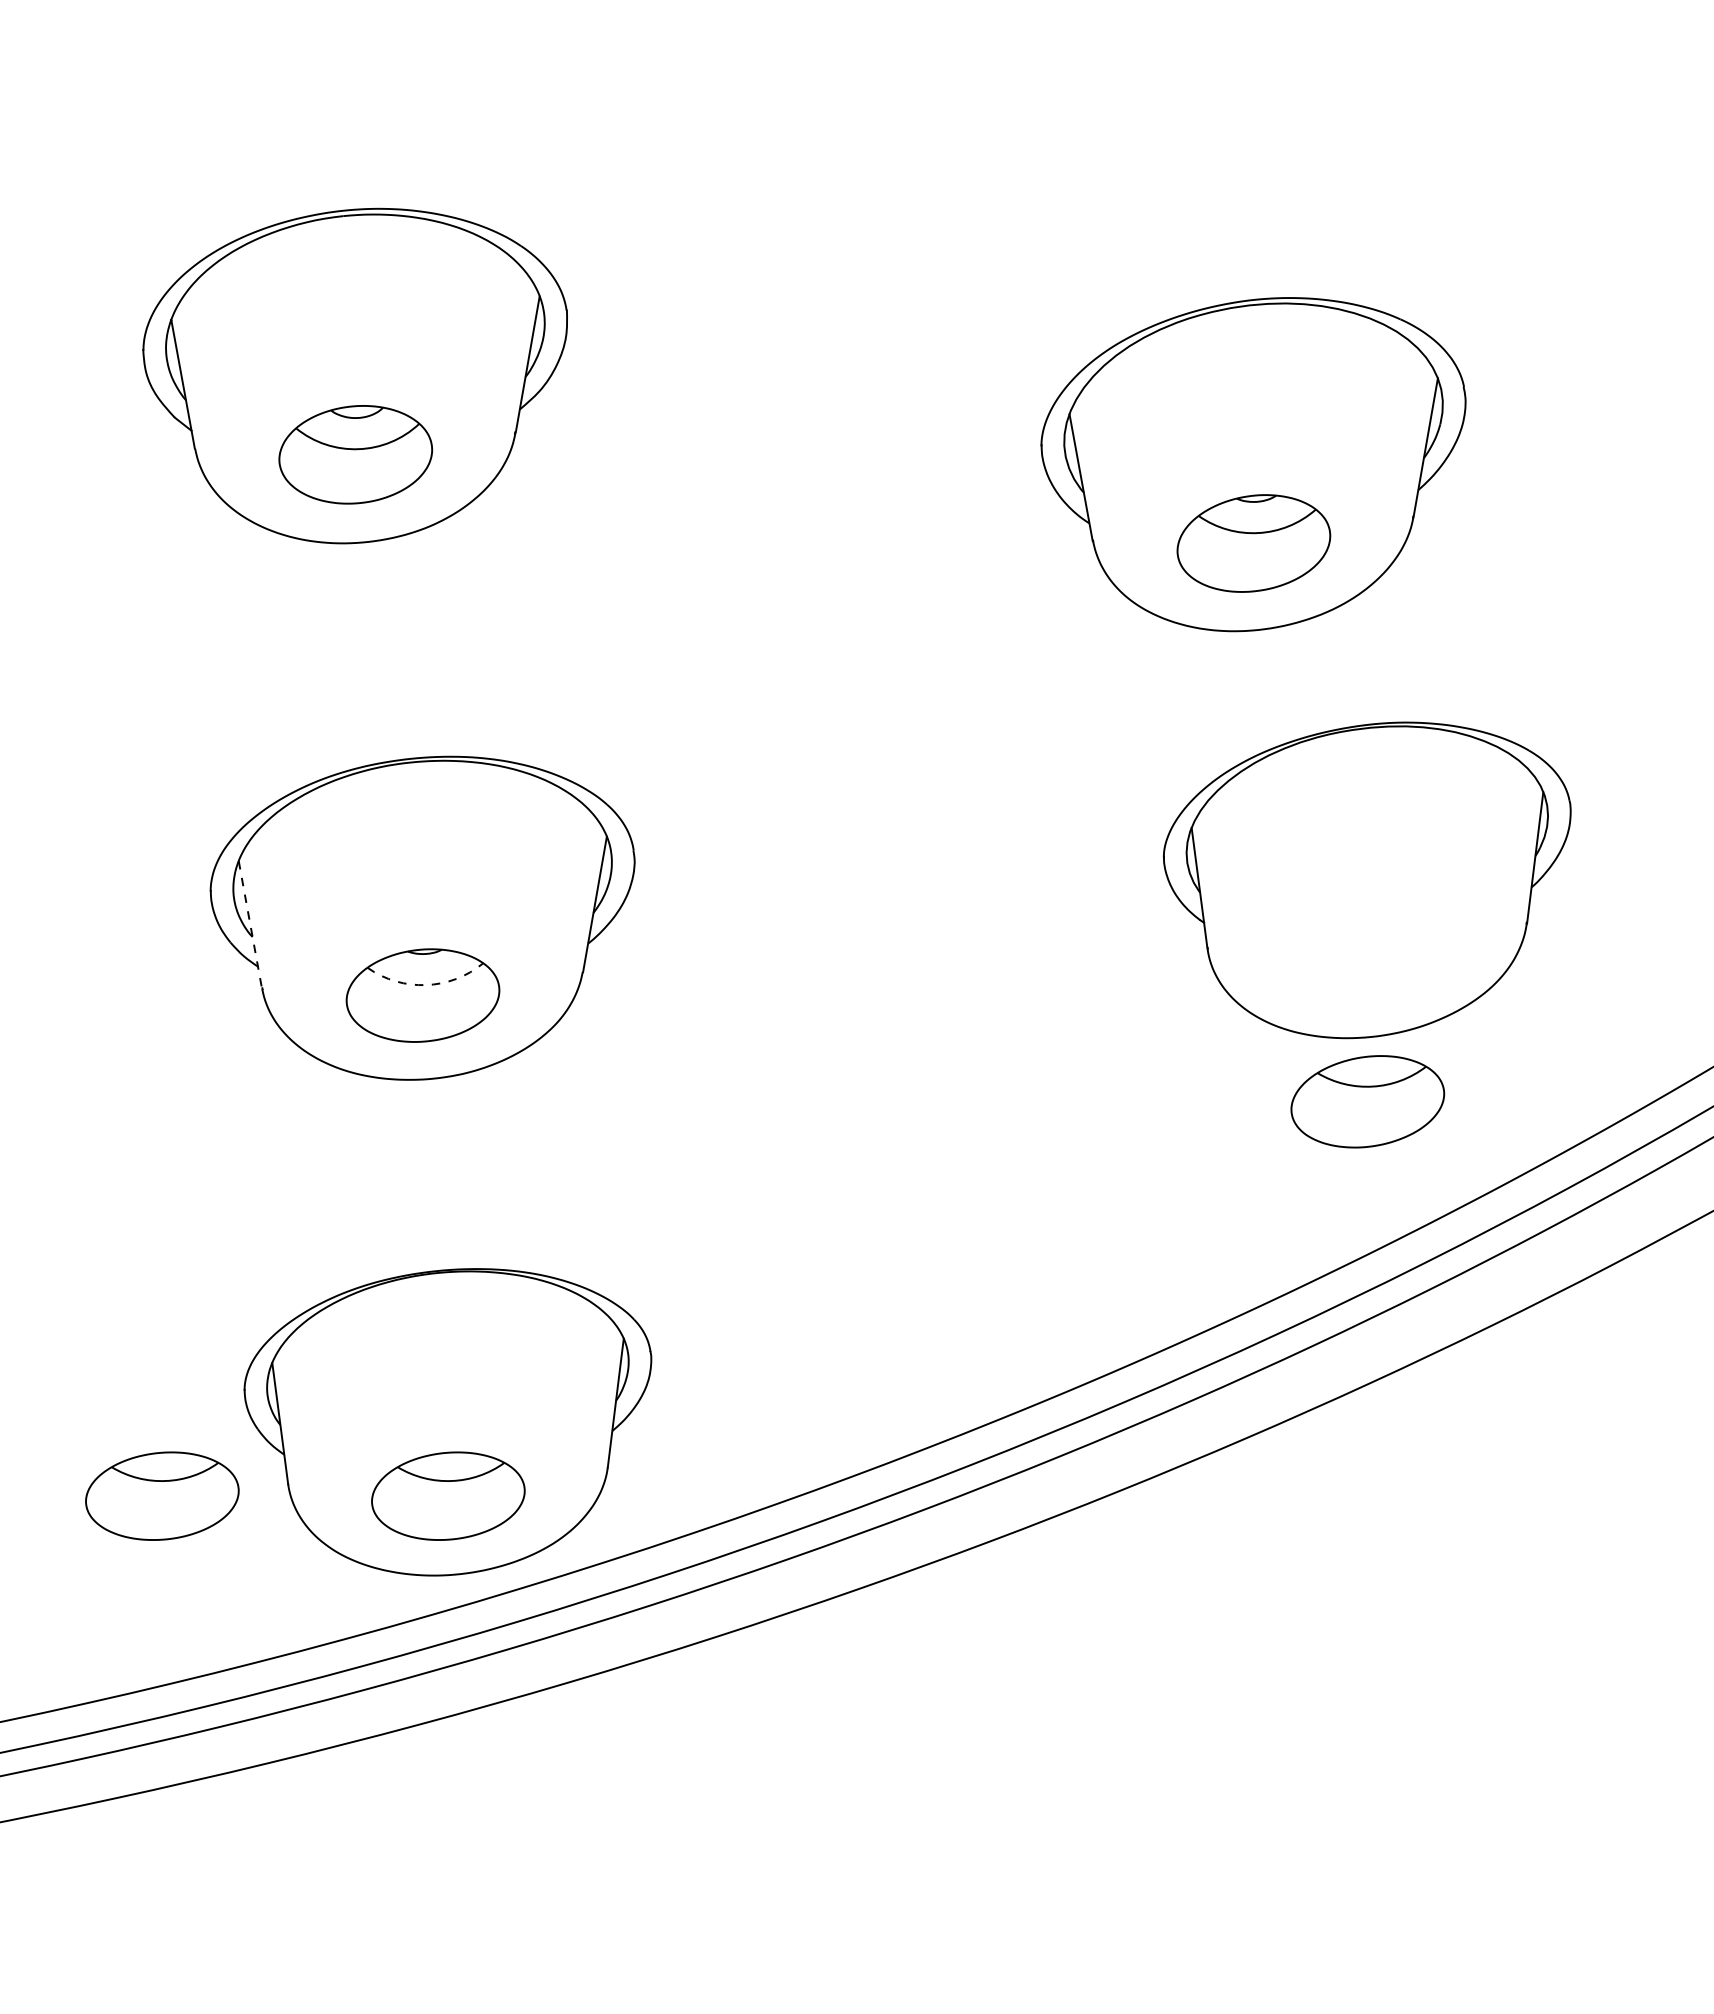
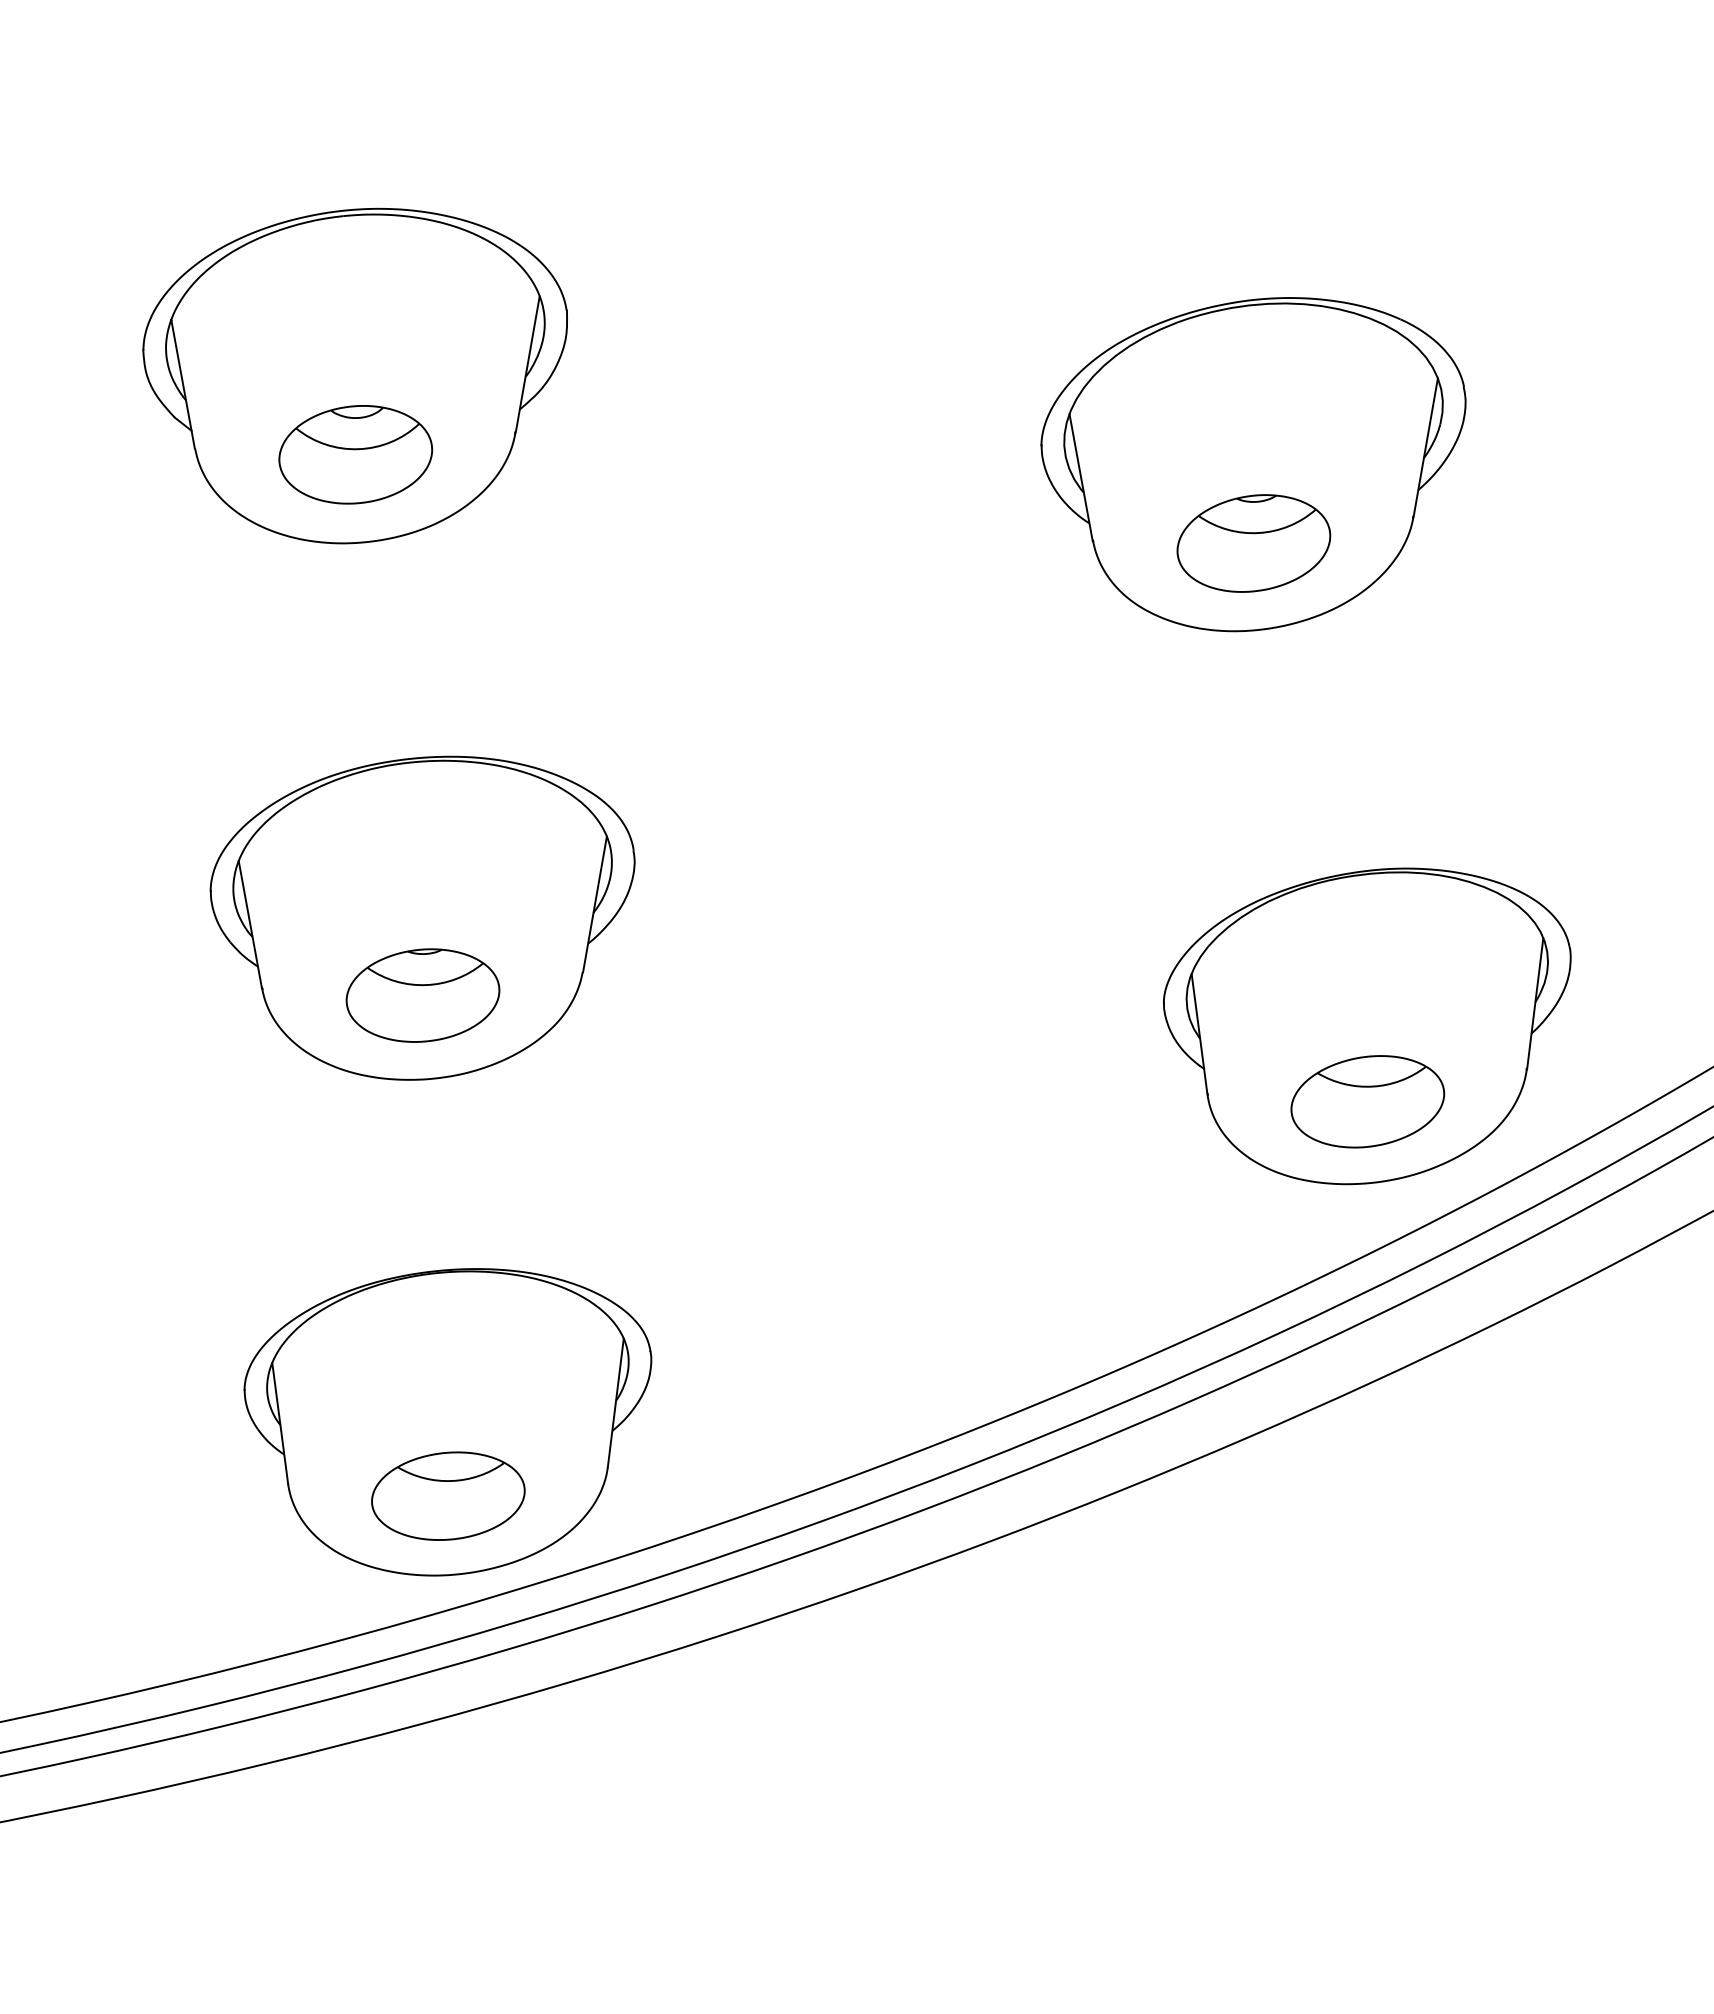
part at (1367, 880) position: (1367, 880) -> (1367, 1026)
line at (250, 924): dashed -> solid
arc at (426, 985): dashed -> solid
part at (162, 1495): present -> none
